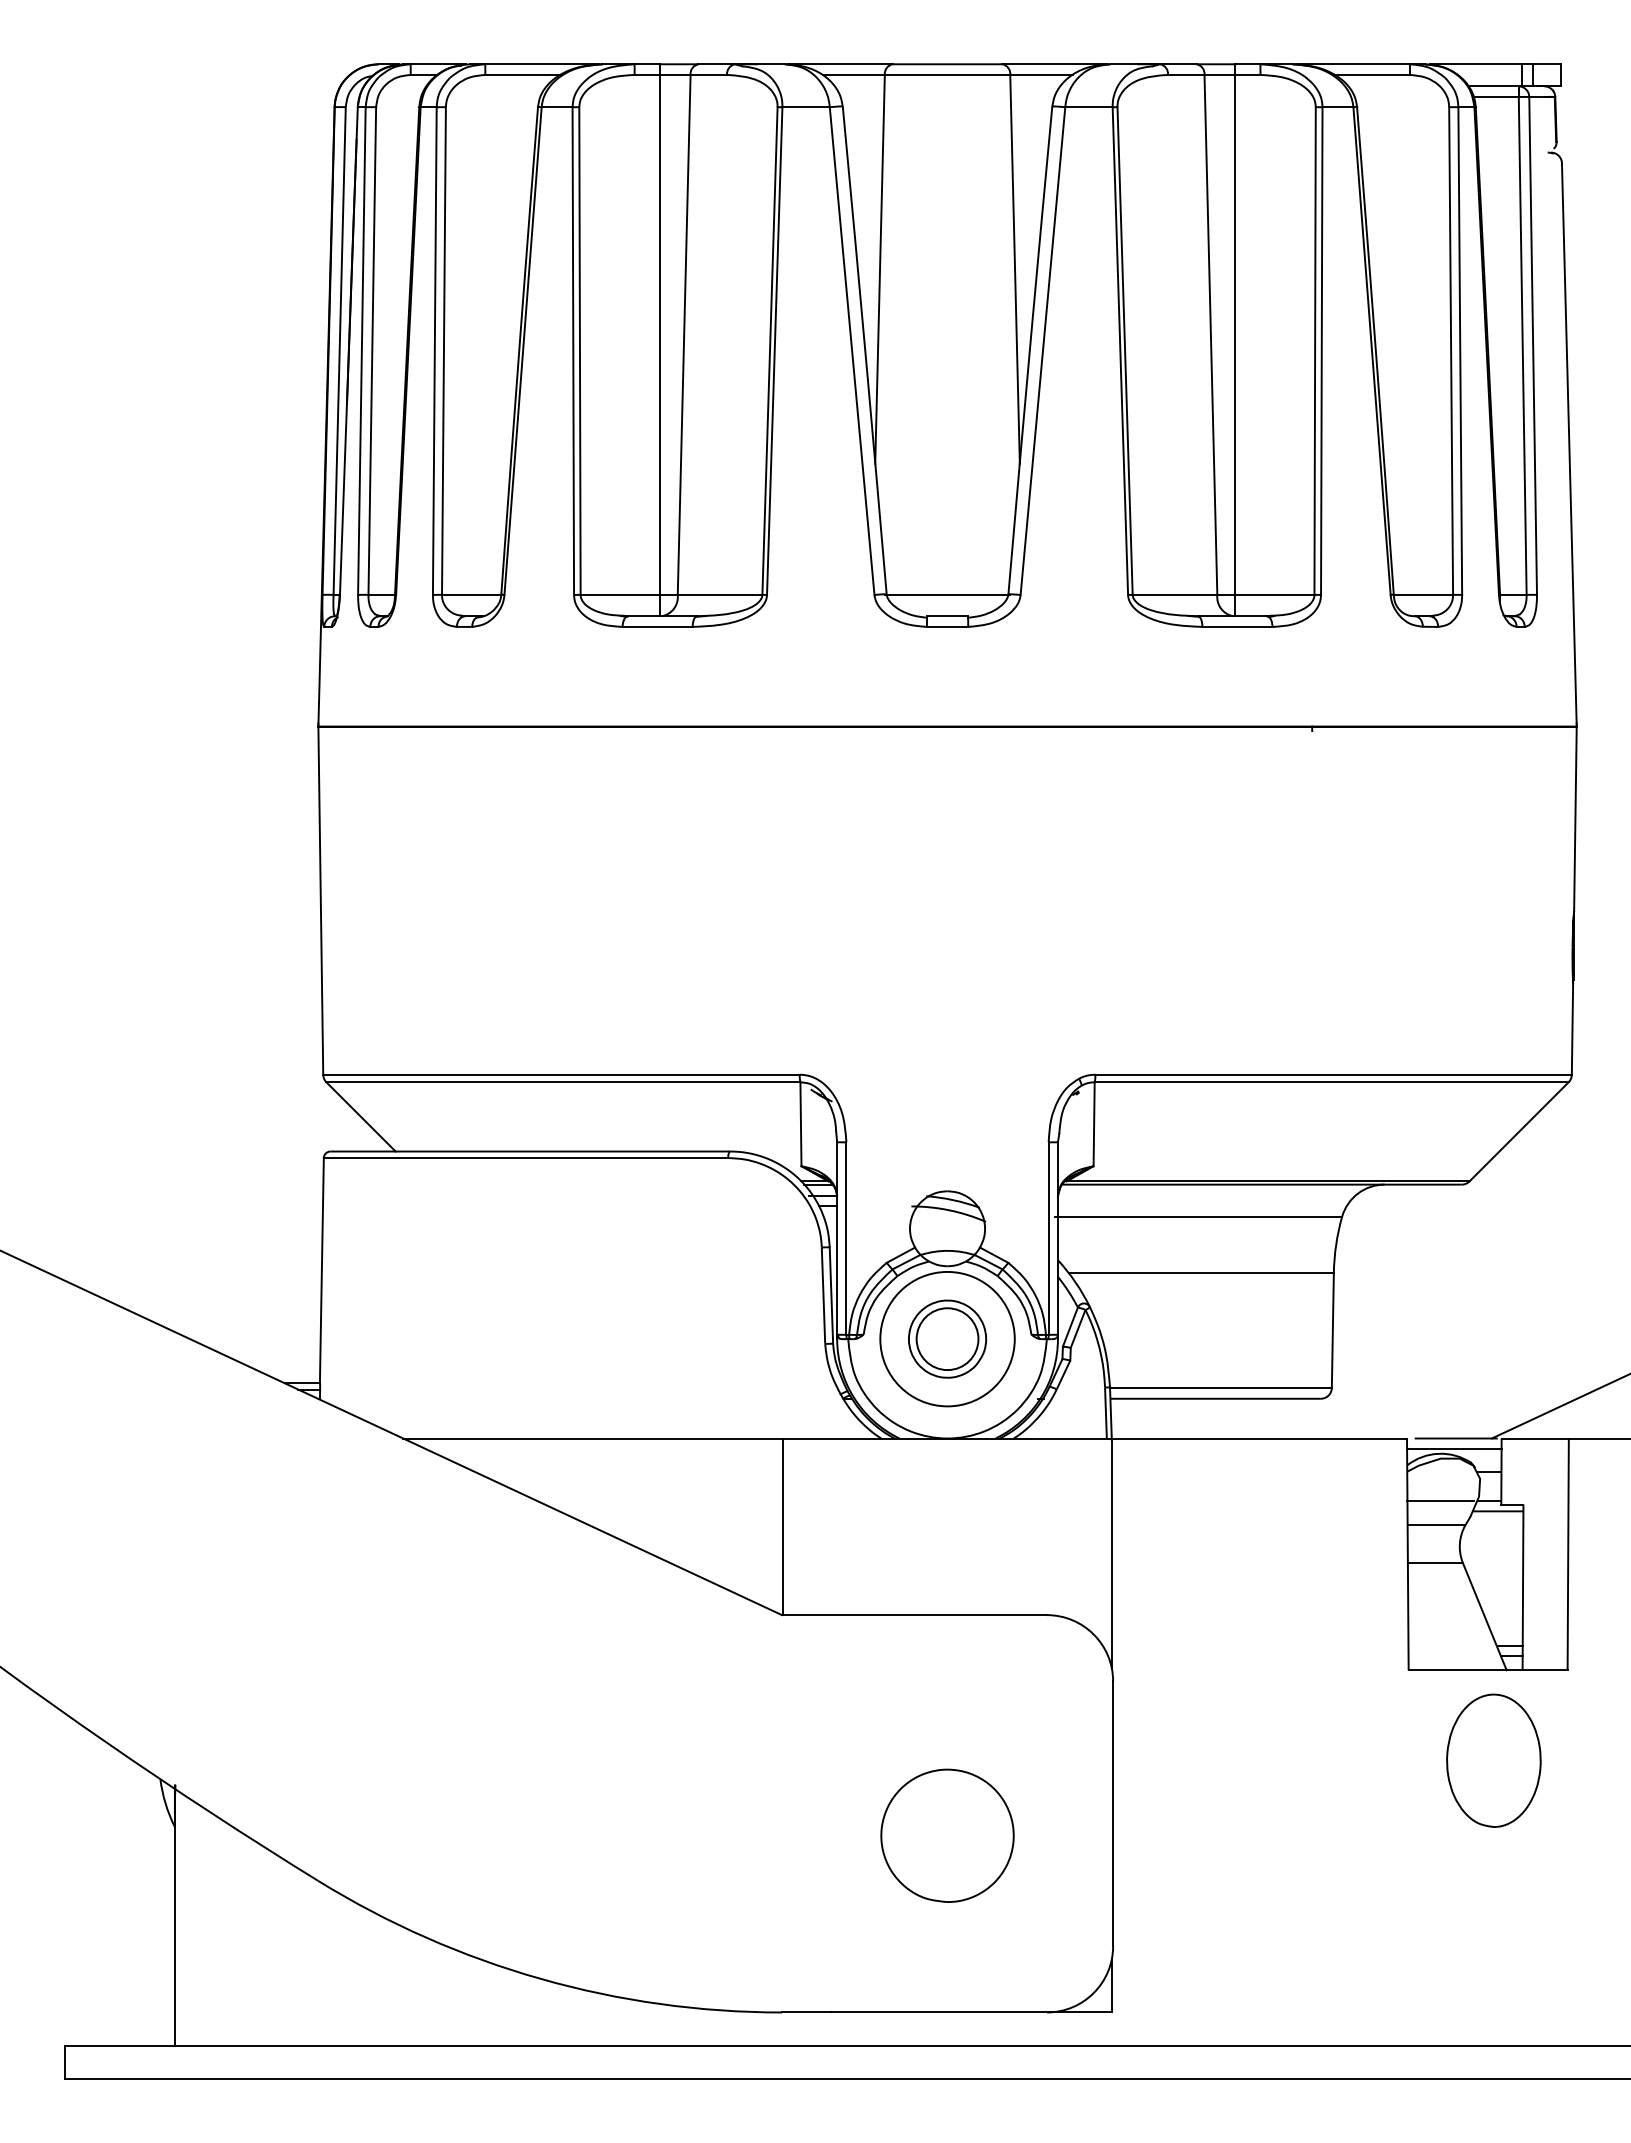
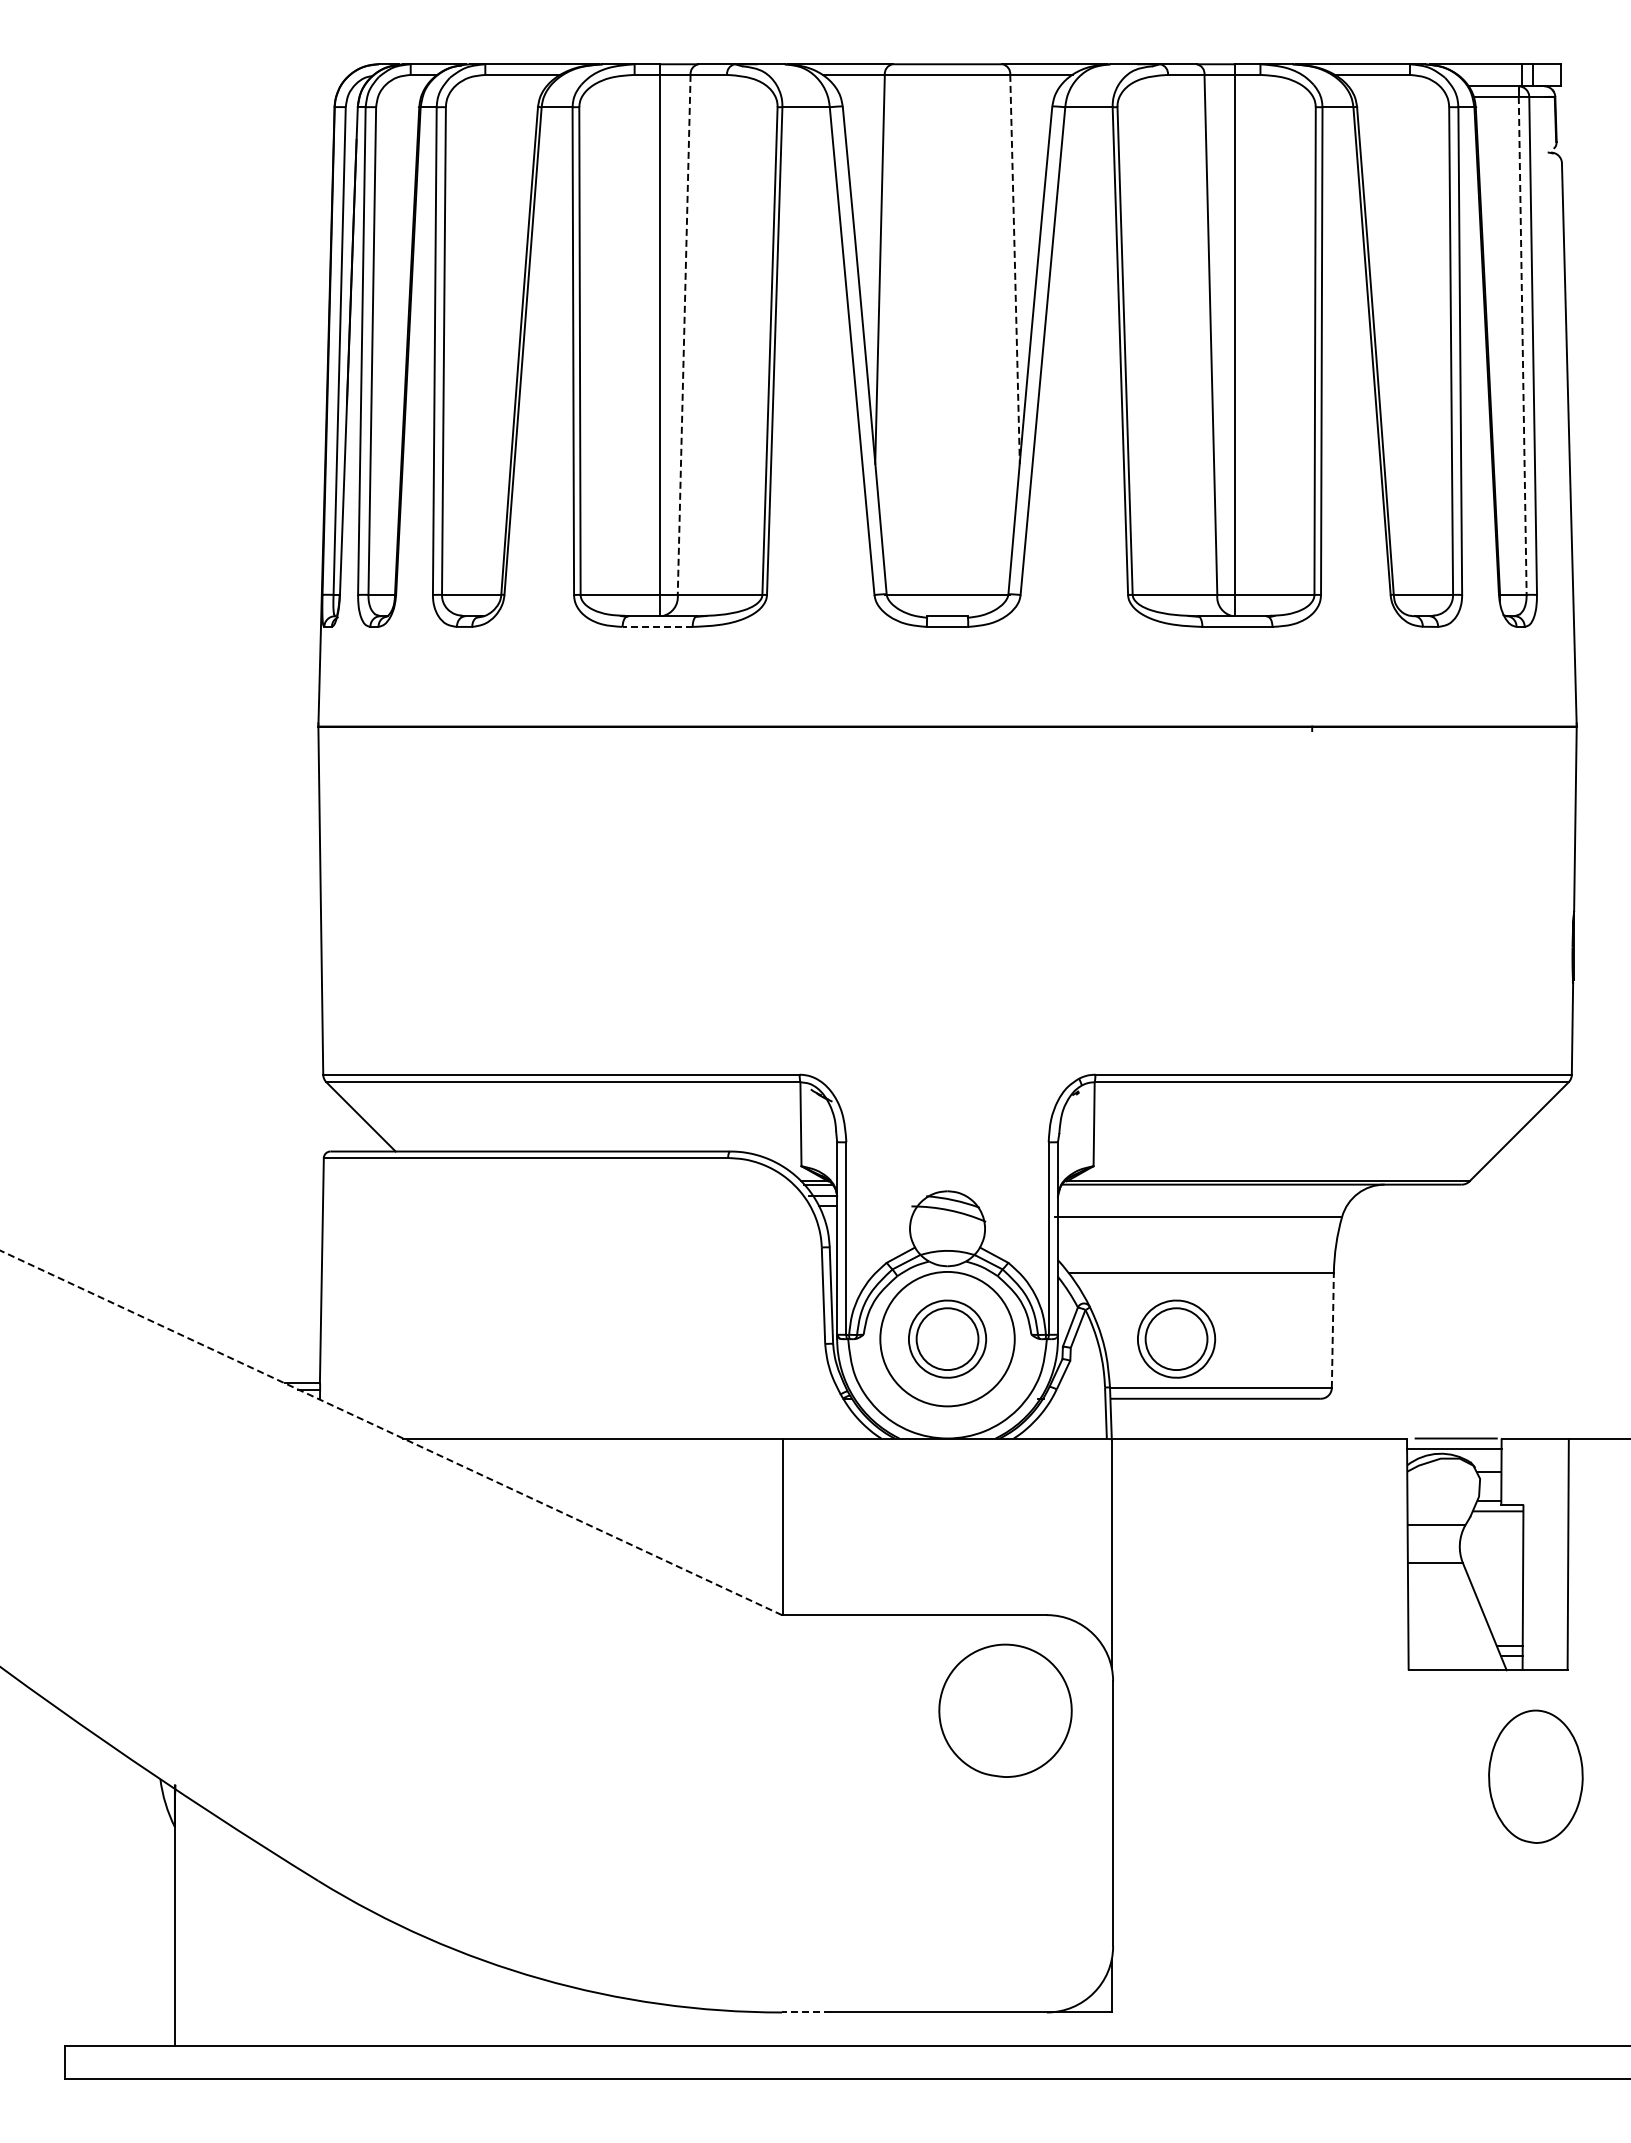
line at (1015, 269): solid -> dashed
line at (684, 335): solid -> dashed
line at (1522, 345): solid -> dashed
line at (657, 626): solid -> dashed
line at (1332, 1330): solid -> dashed
part at (1176, 1338): none -> present
line at (1559, 1406): present -> none
line at (391, 1432): solid -> dashed
line at (1440, 1500): present -> none
part at (1493, 1760) position: (1493, 1760) -> (1535, 1776)
part at (947, 1835) position: (947, 1835) -> (1005, 1710)
line at (806, 2012): solid -> dashed
